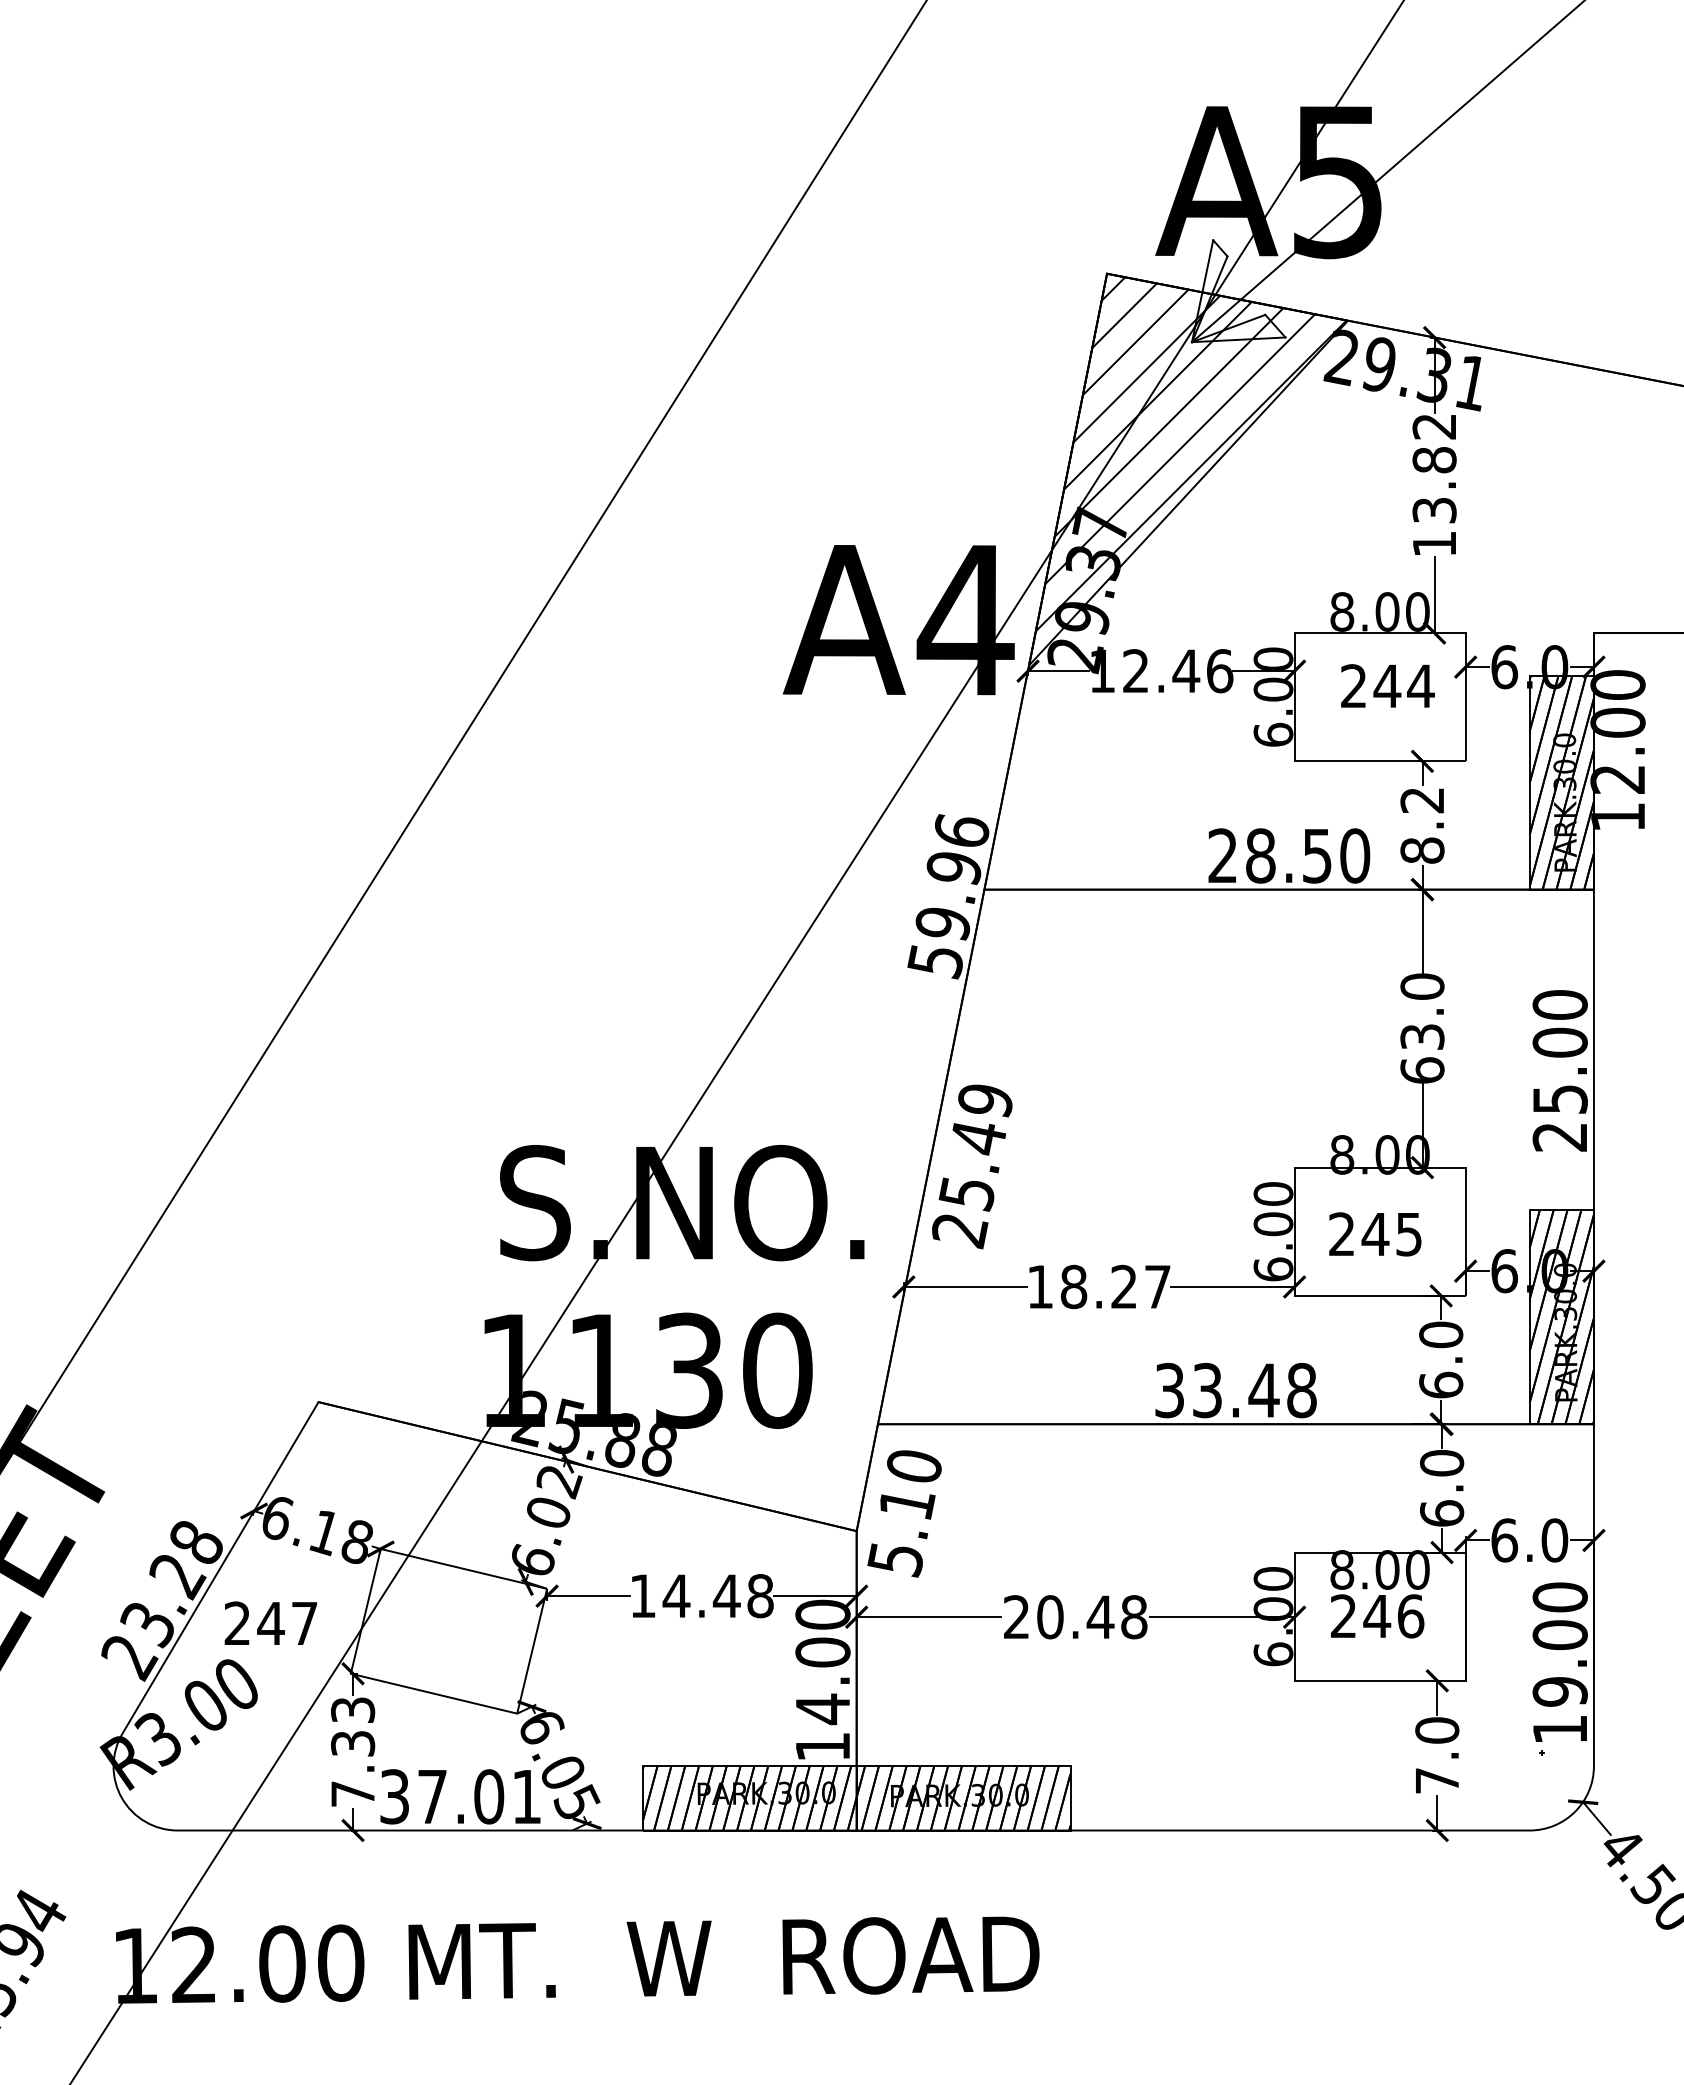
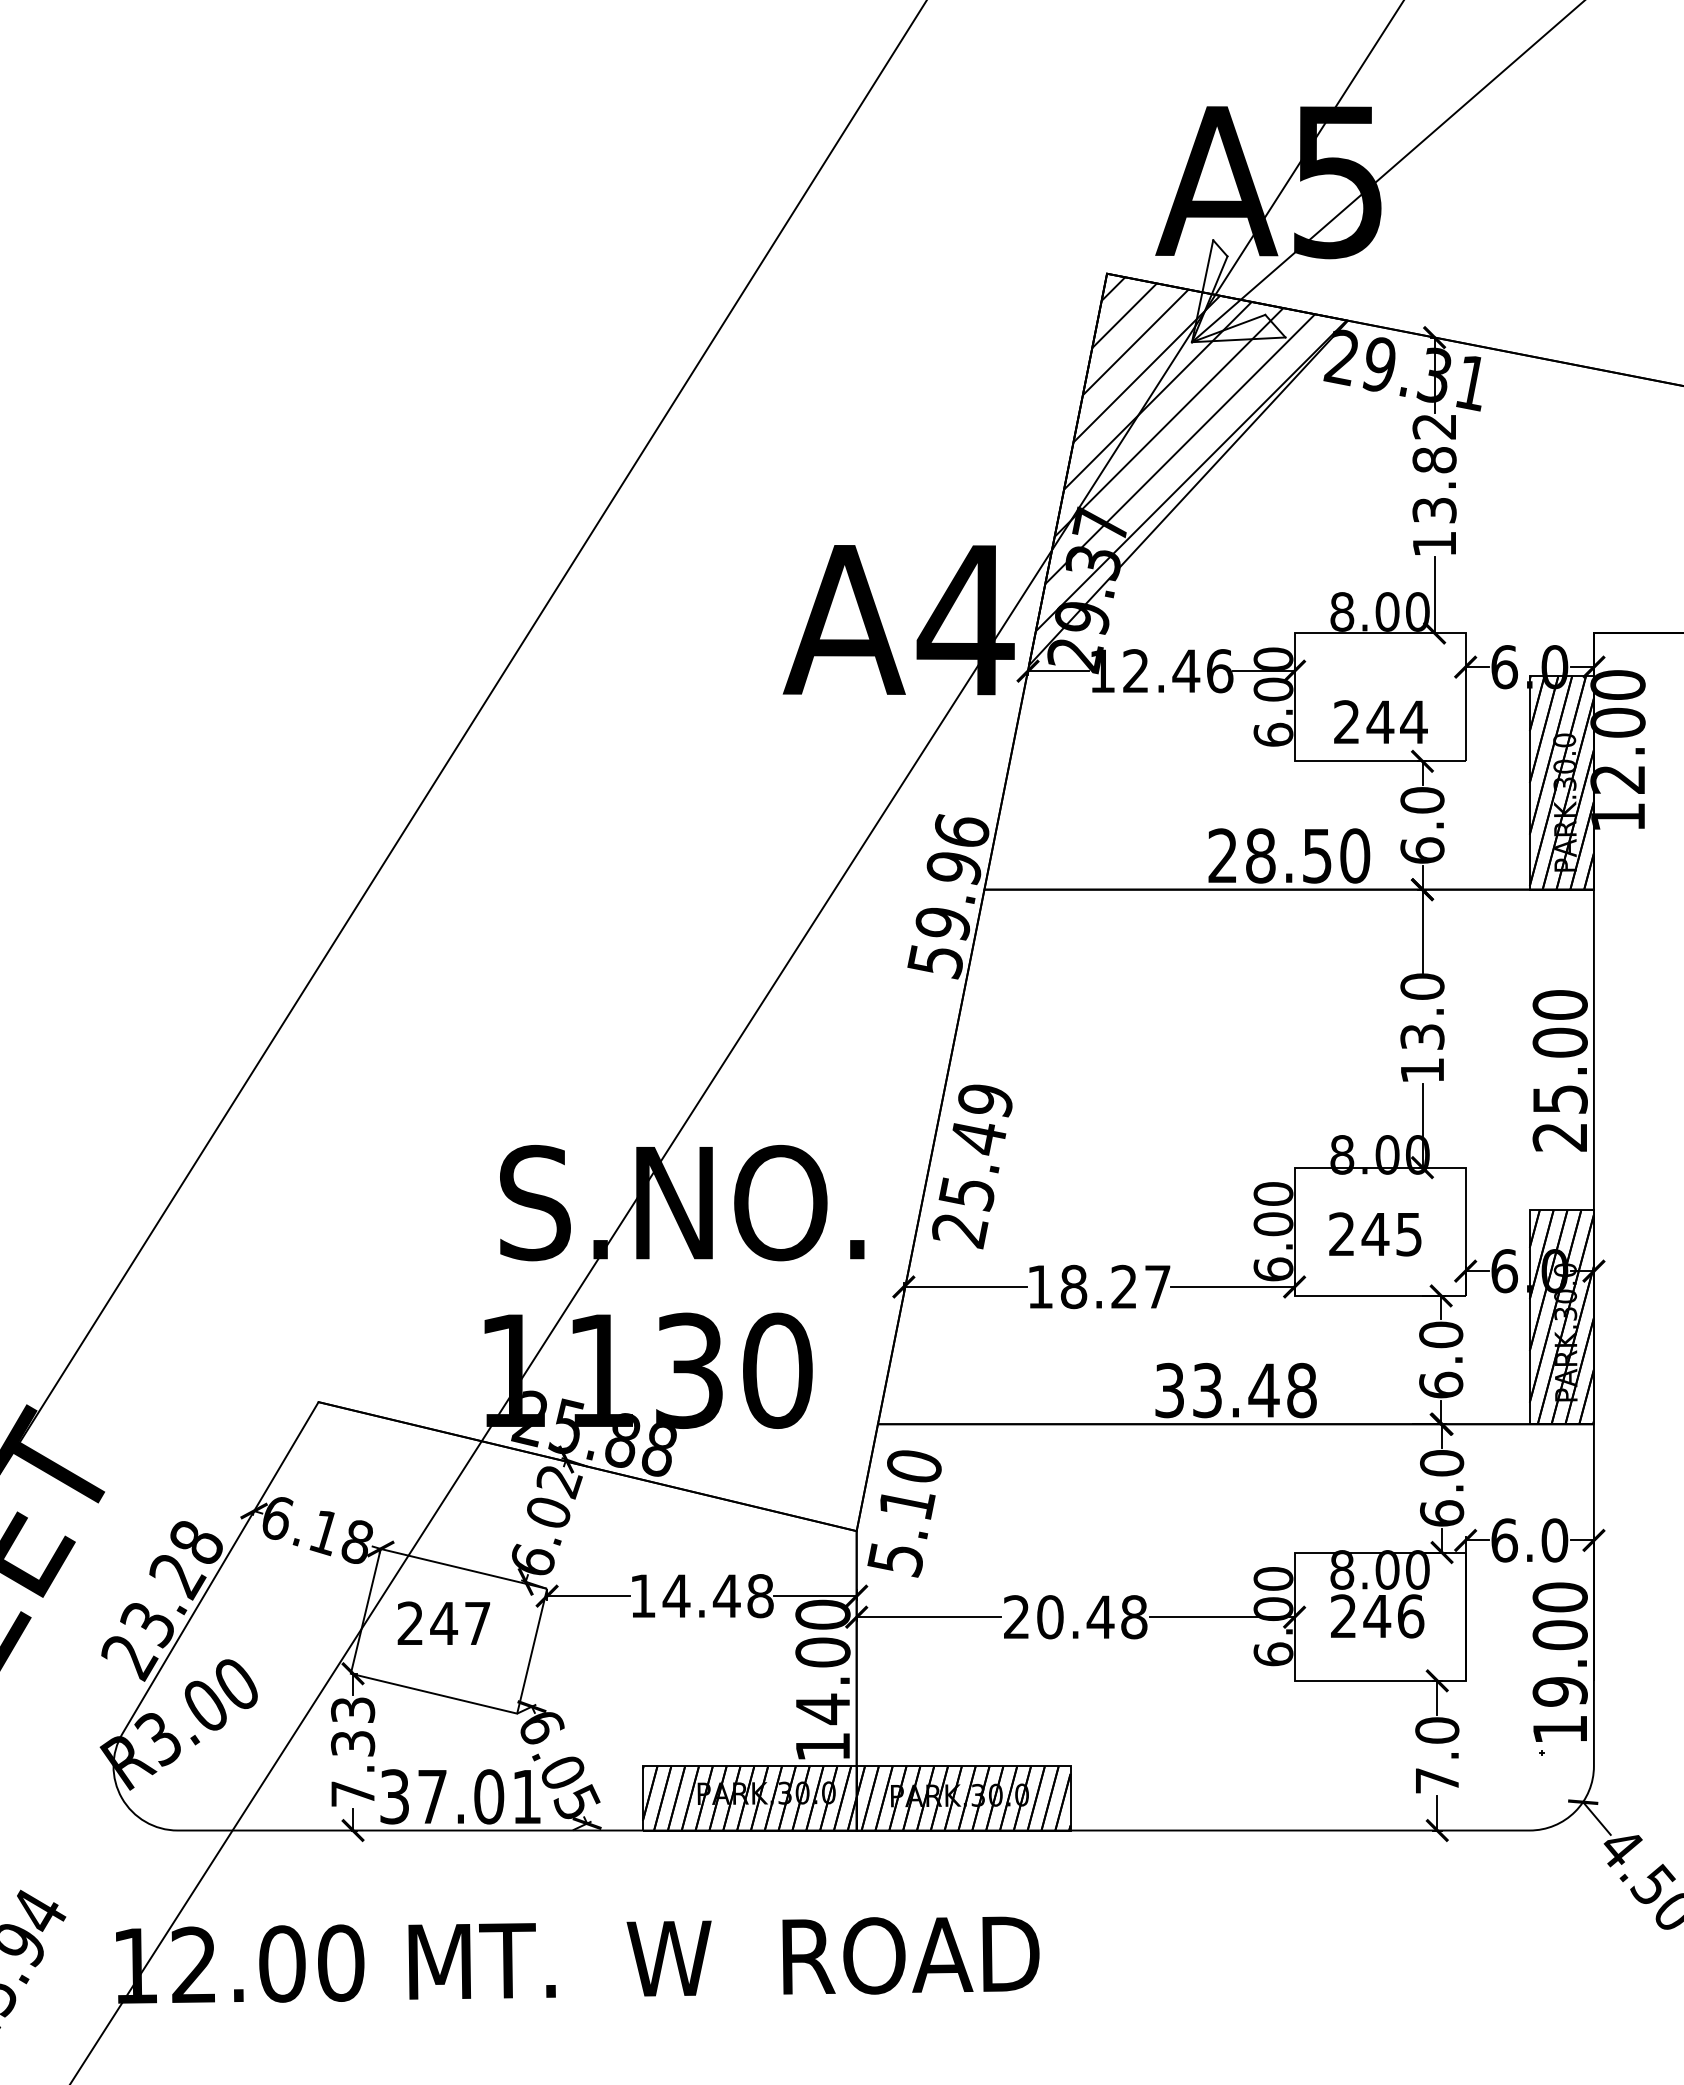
text at (1387, 685) position: (1387, 685) -> (1380, 721)
text at (1422, 825): 8.2 -> 6.0
text at (1422, 1070): 63.0 -> 13.0
text at (270, 1622) position: (270, 1622) -> (443, 1622)
